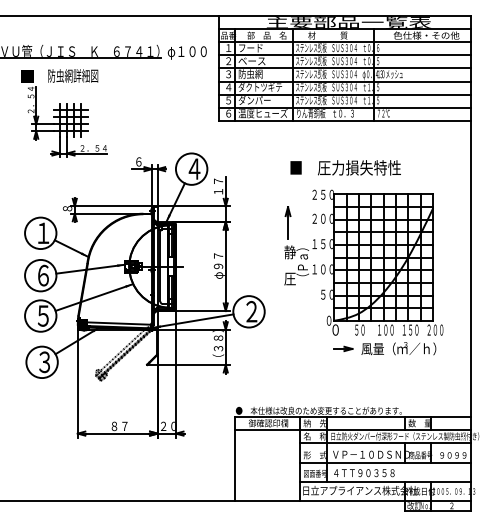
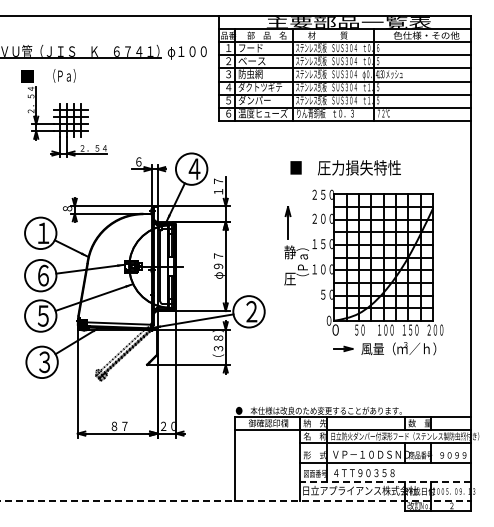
text at (73, 75): 防虫網詳細図 -> （Ｐａ）
line at (385, 482): solid -> dashed
line at (235, 500): solid -> dashed
